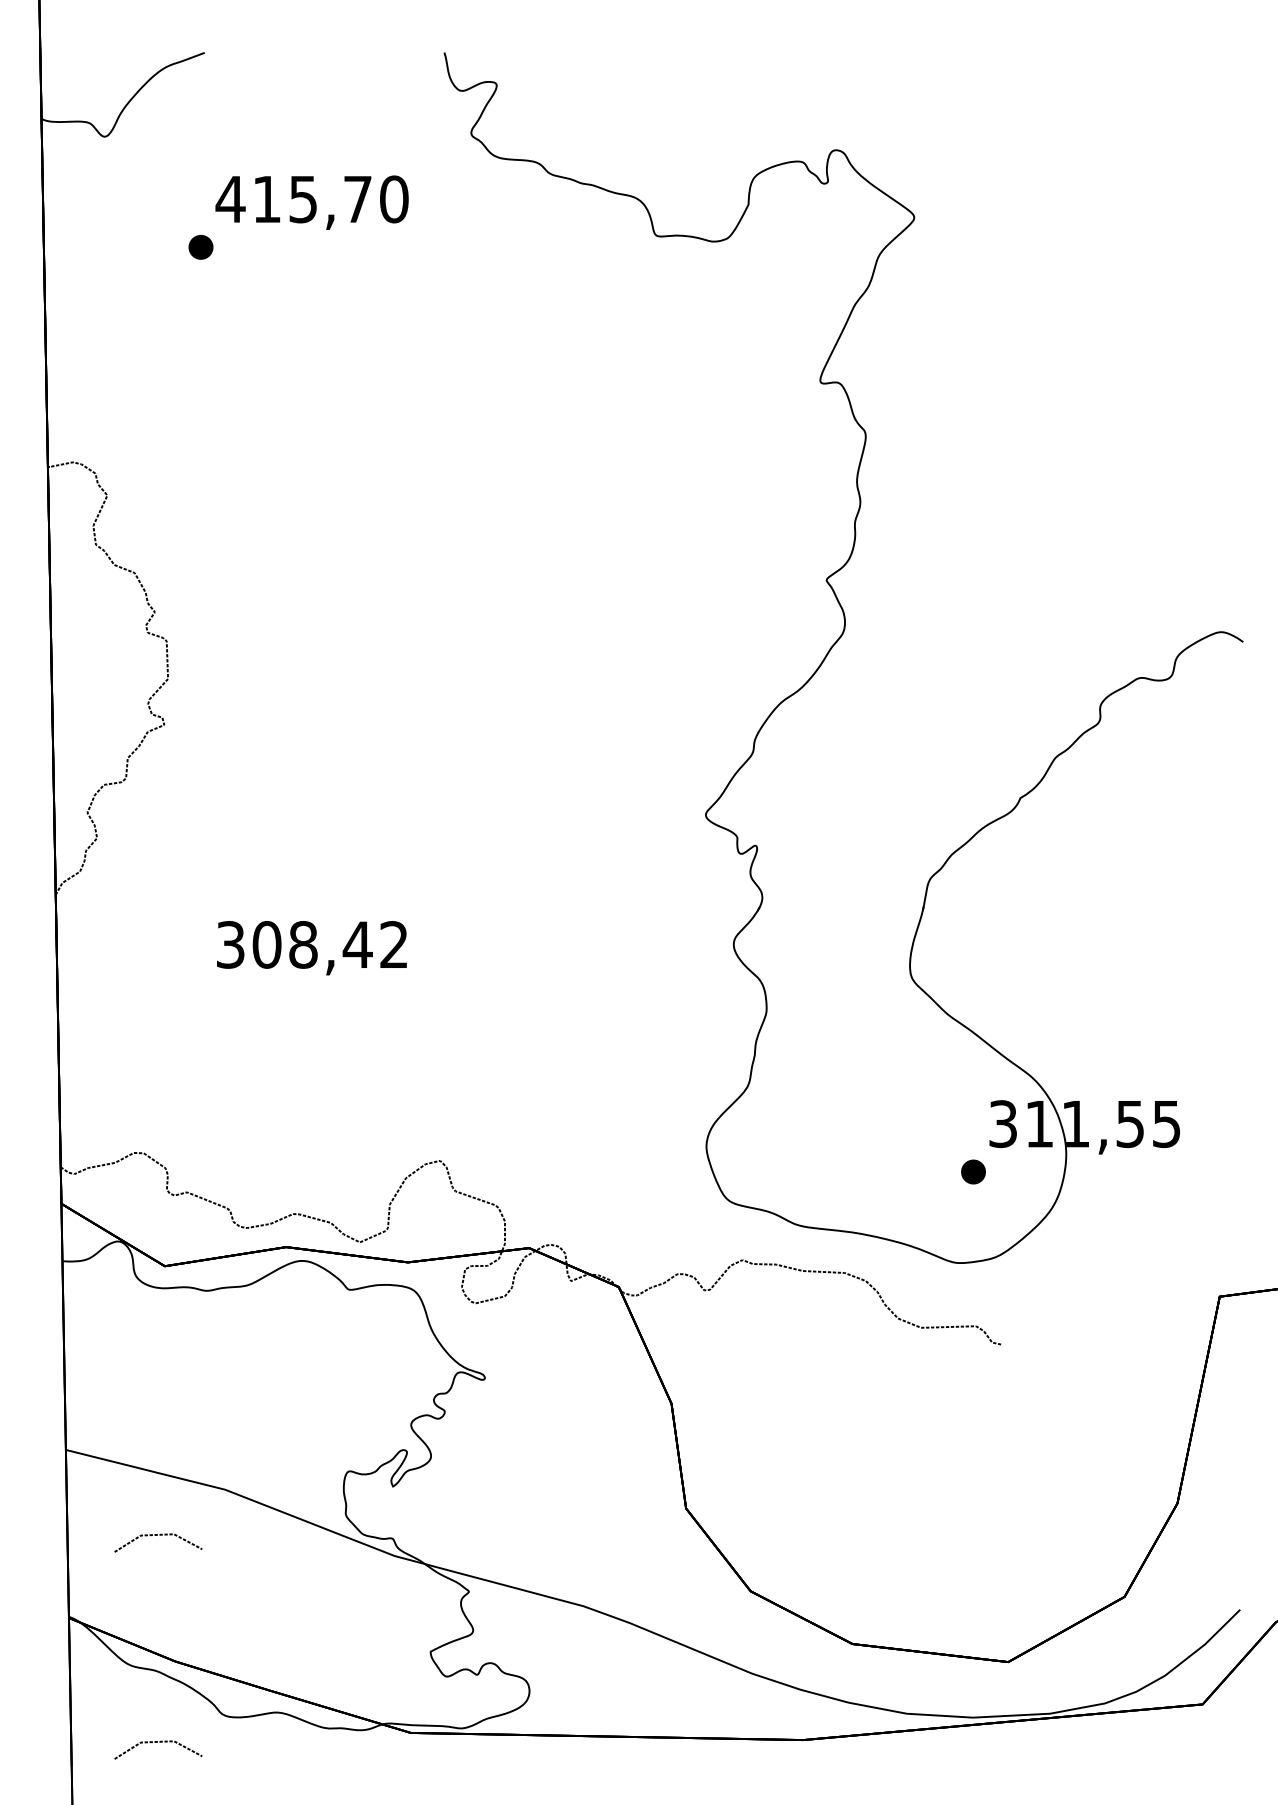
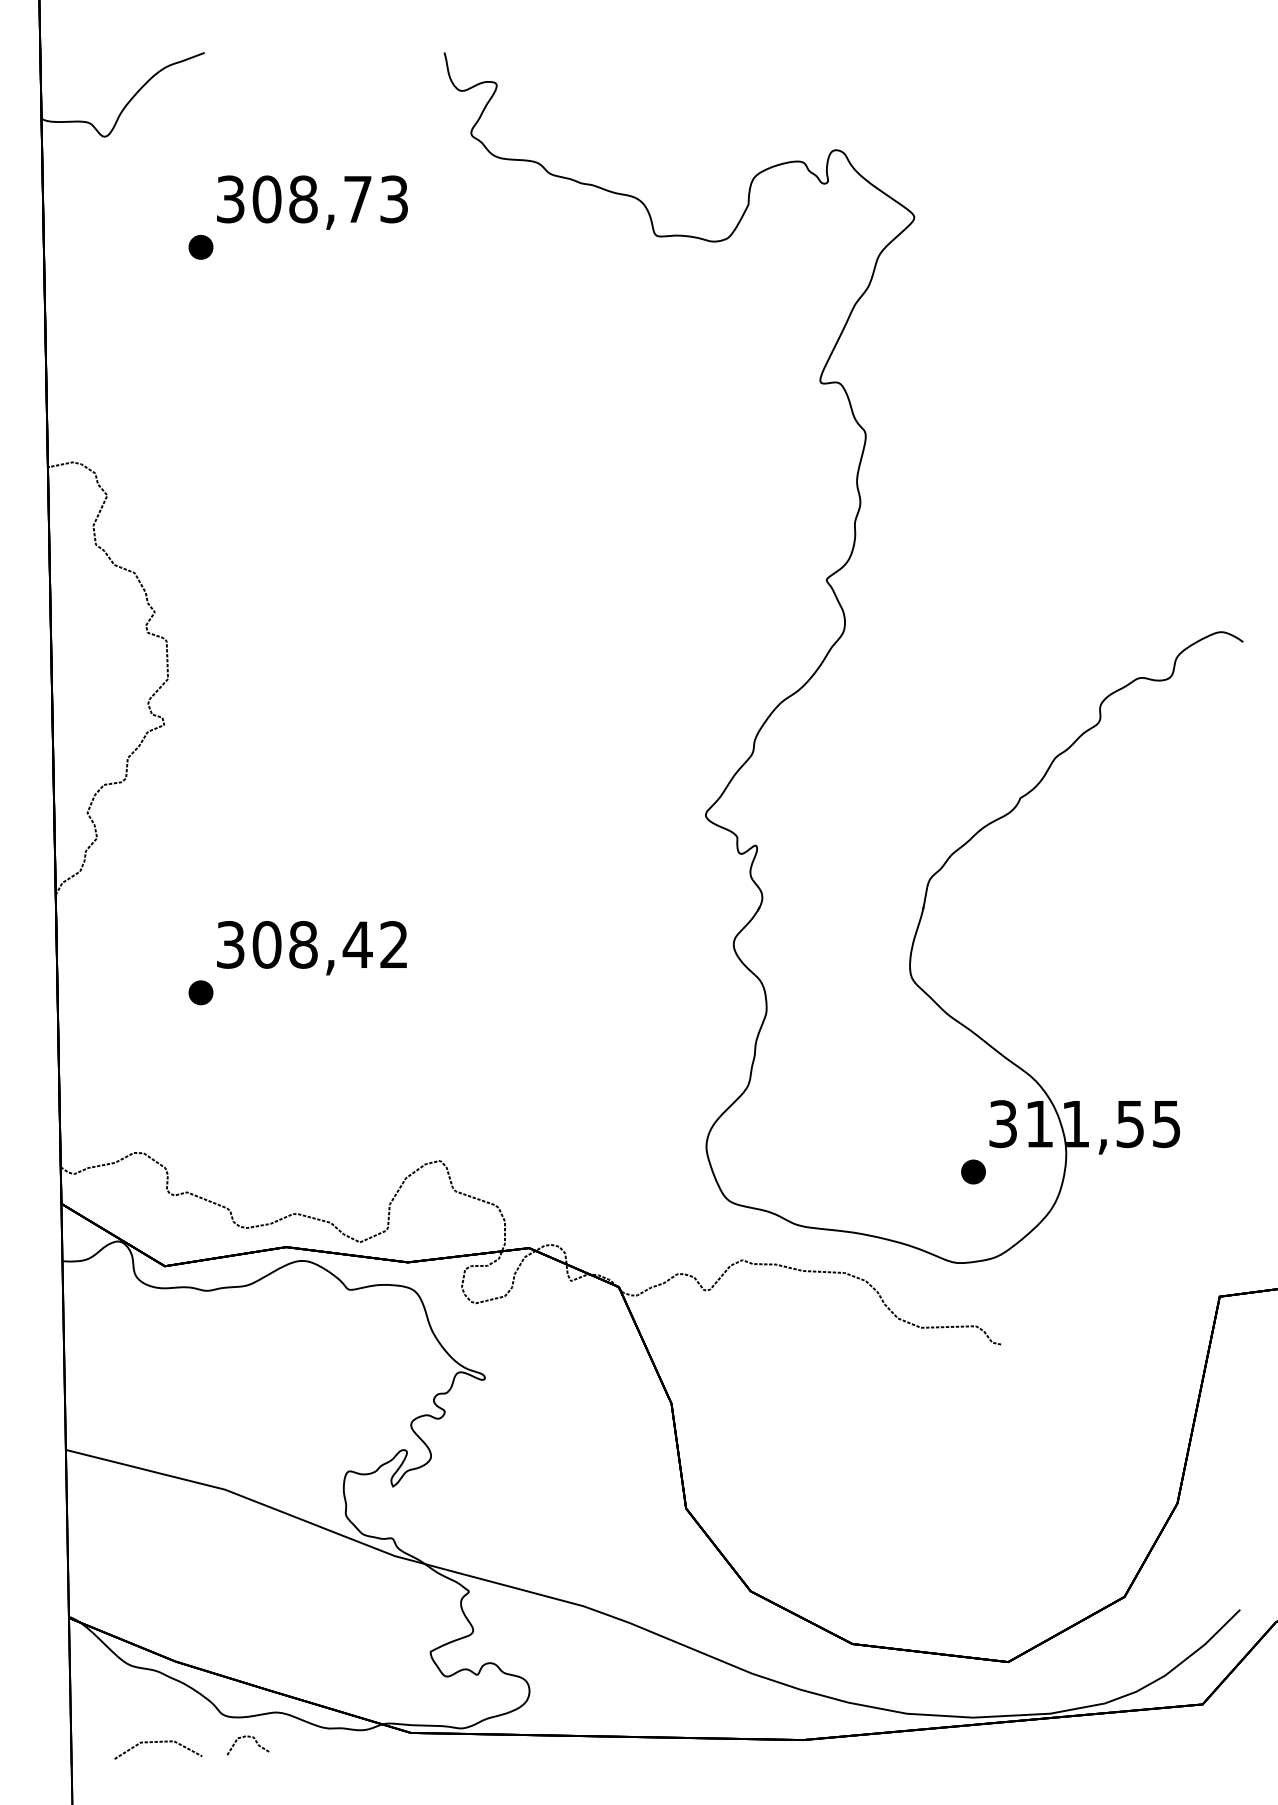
text at (311, 199): 415,70 -> 308,73
part at (200, 992): none -> present
line at (157, 1535): present -> none
curve at (247, 1737): none -> present
